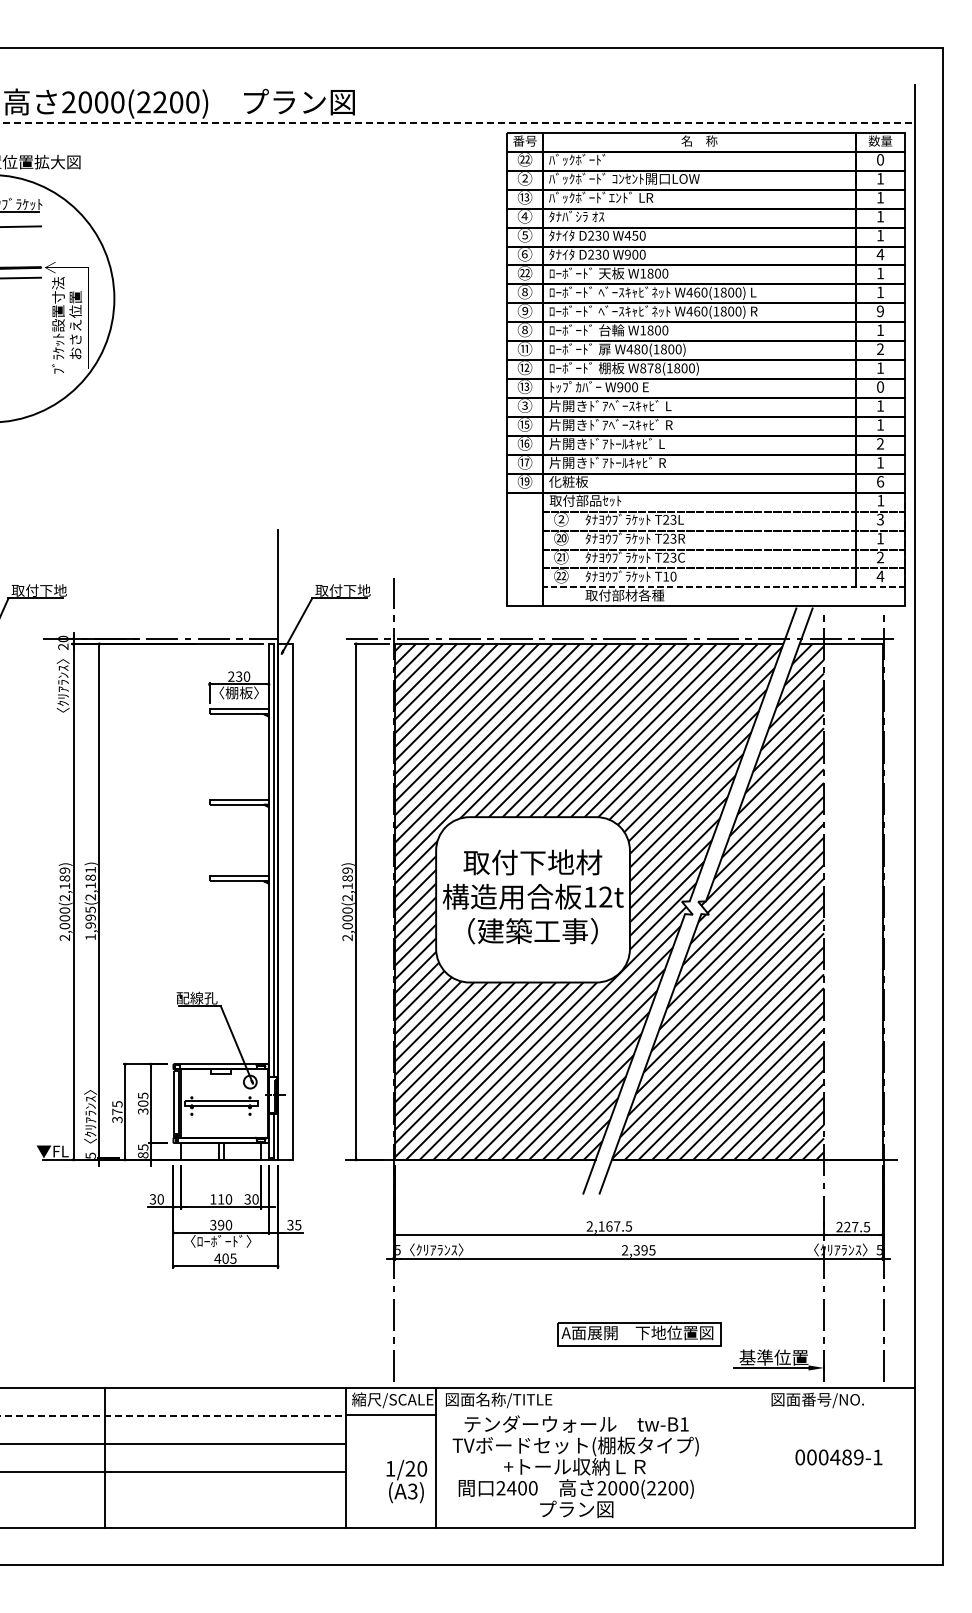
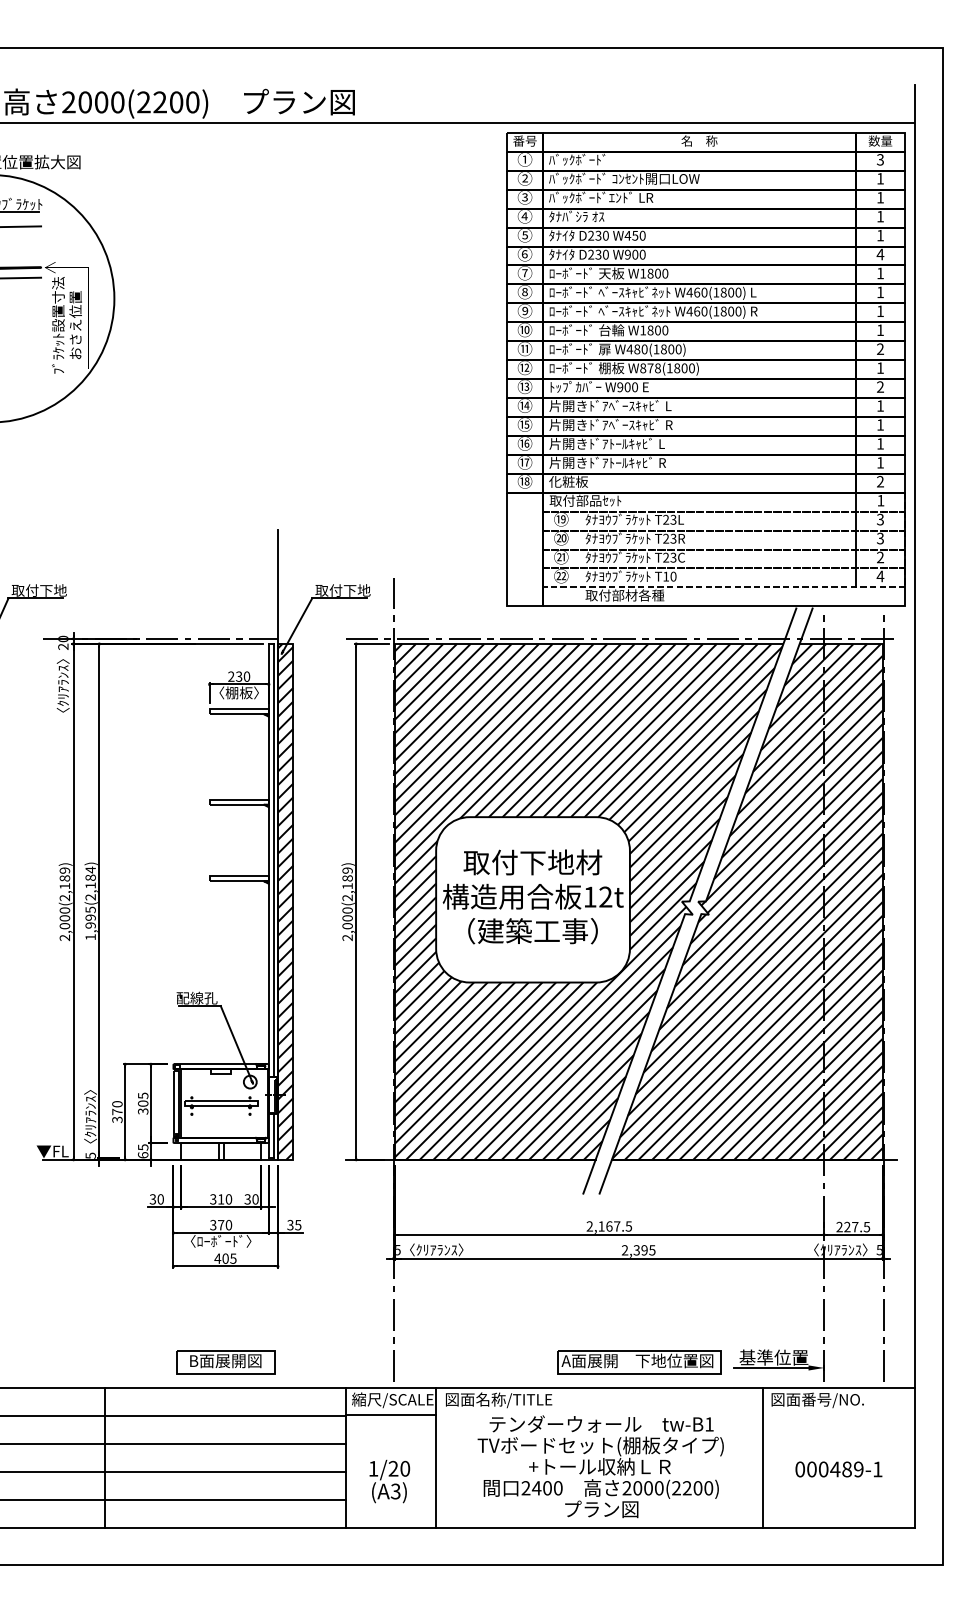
line at (457, 123): dashed -> solid
text at (524, 159): ㉒ -> ①
text at (879, 159): 0 -> 3
text at (524, 197): ⑬ -> ③
text at (524, 273): ㉒ -> ⑦
text at (880, 311): 9 -> 1
text at (524, 329): ⑧ -> ⑩
text at (880, 386): 0 -> 2
text at (524, 405): ③ -> ⑭
text at (880, 443): 2 -> 1
text at (526, 481): ⑲ -> ⑱
text at (880, 481): 6 -> 2
text at (560, 519): ② -> ⑲
text at (880, 538): 1 -> 3
text at (90, 869): 1,995(2,181) -> 1,995(2,184)
hatch at (285, 901): none -> present
hatch at (853, 901): none -> present
text at (117, 1104): 375 -> 370
text at (143, 1155): 85 -> 65
text at (213, 1199): 110 -> 310
text at (221, 1225): 390 -> 370
part at (639, 1334) position: (639, 1334) -> (639, 1362)
part at (225, 1362): none -> present
line at (173, 1416): dashed -> solid
text at (838, 1457) position: (838, 1457) -> (838, 1469)
line at (763, 1458): none -> present
text at (575, 1466) position: (575, 1466) -> (600, 1466)
text at (406, 1481) position: (406, 1481) -> (389, 1481)
line at (174, 1500): none -> present
